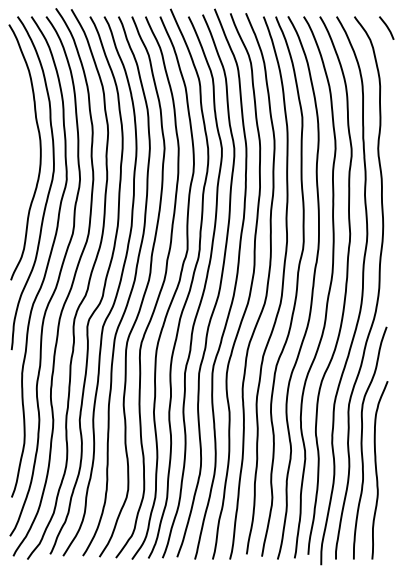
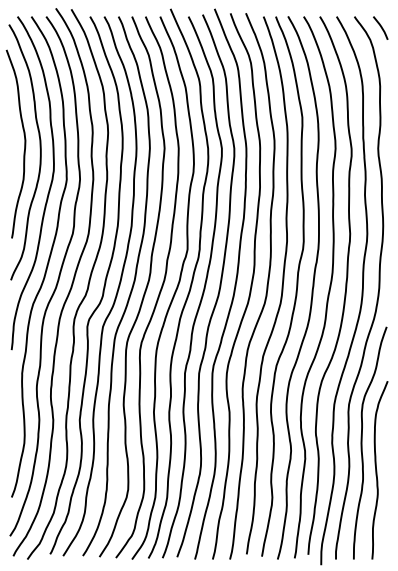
curve at (386, 27) position: (386, 27) -> (380, 27)
curve at (24, 143): none -> present
